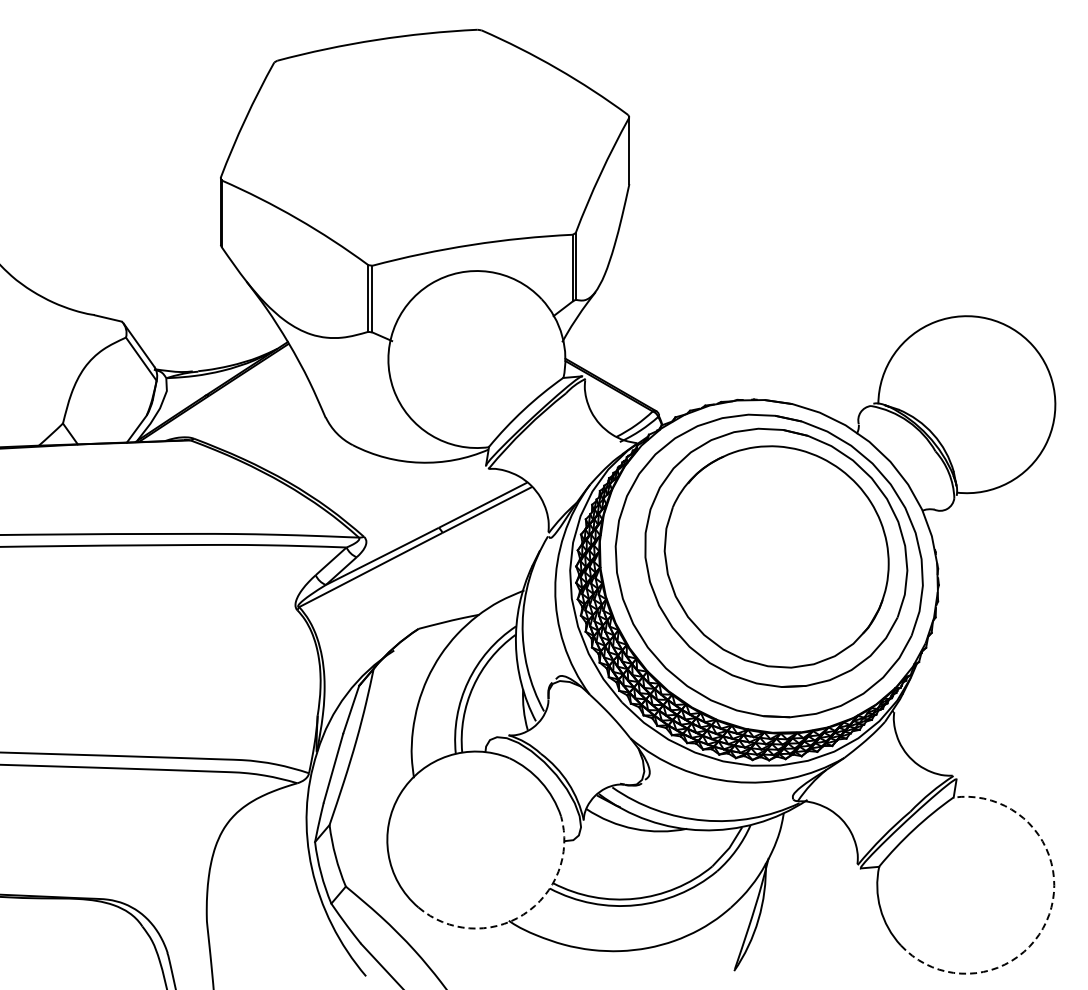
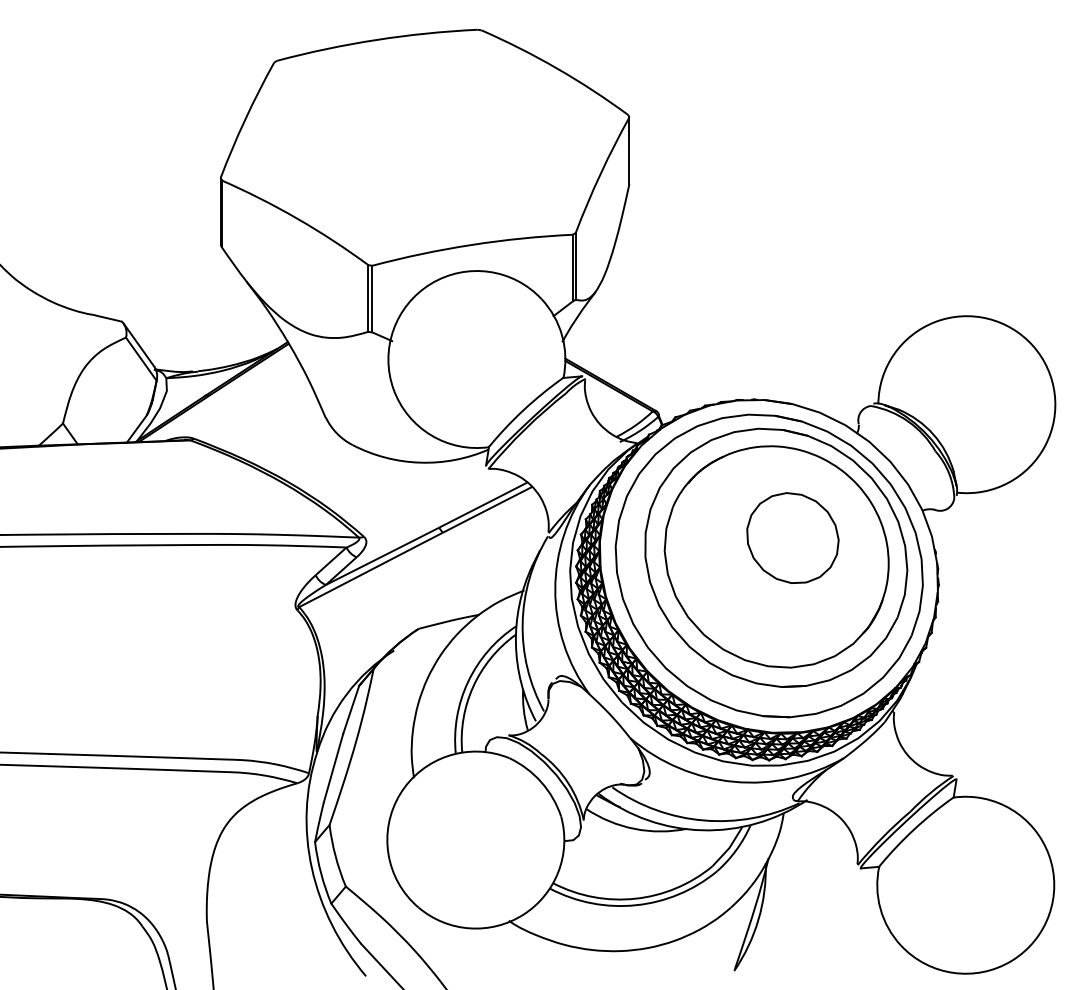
part at (792, 537): none -> present
arc at (523, 914): dashed -> solid
arc at (1049, 914): dashed -> solid
